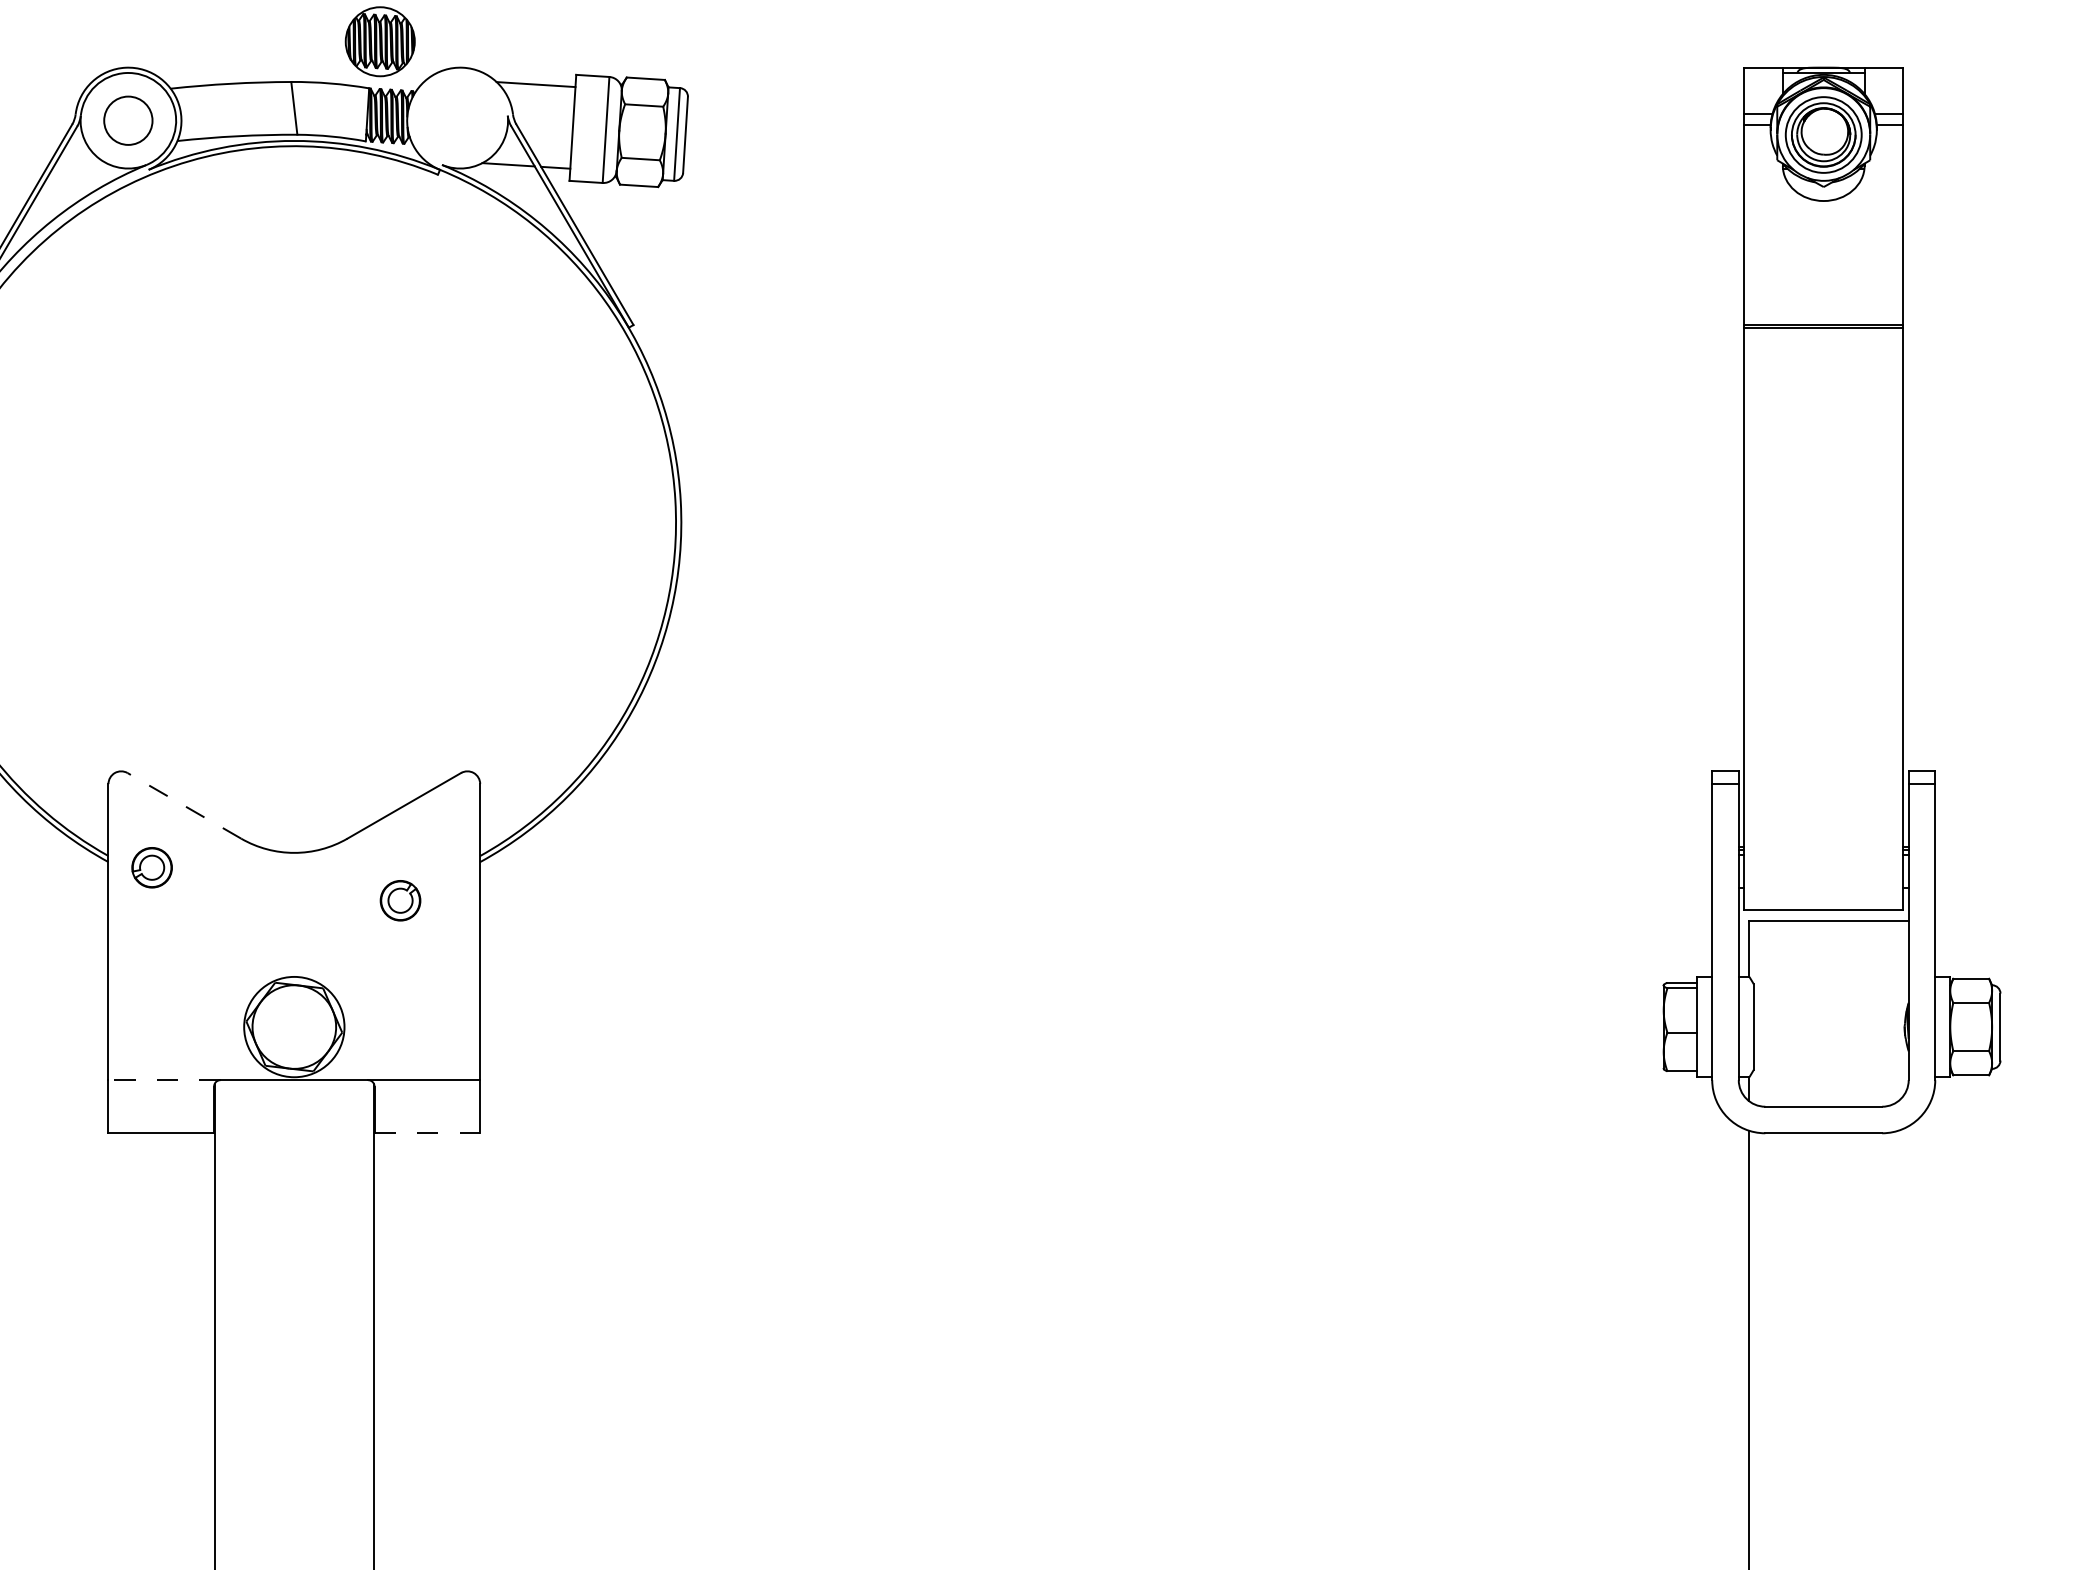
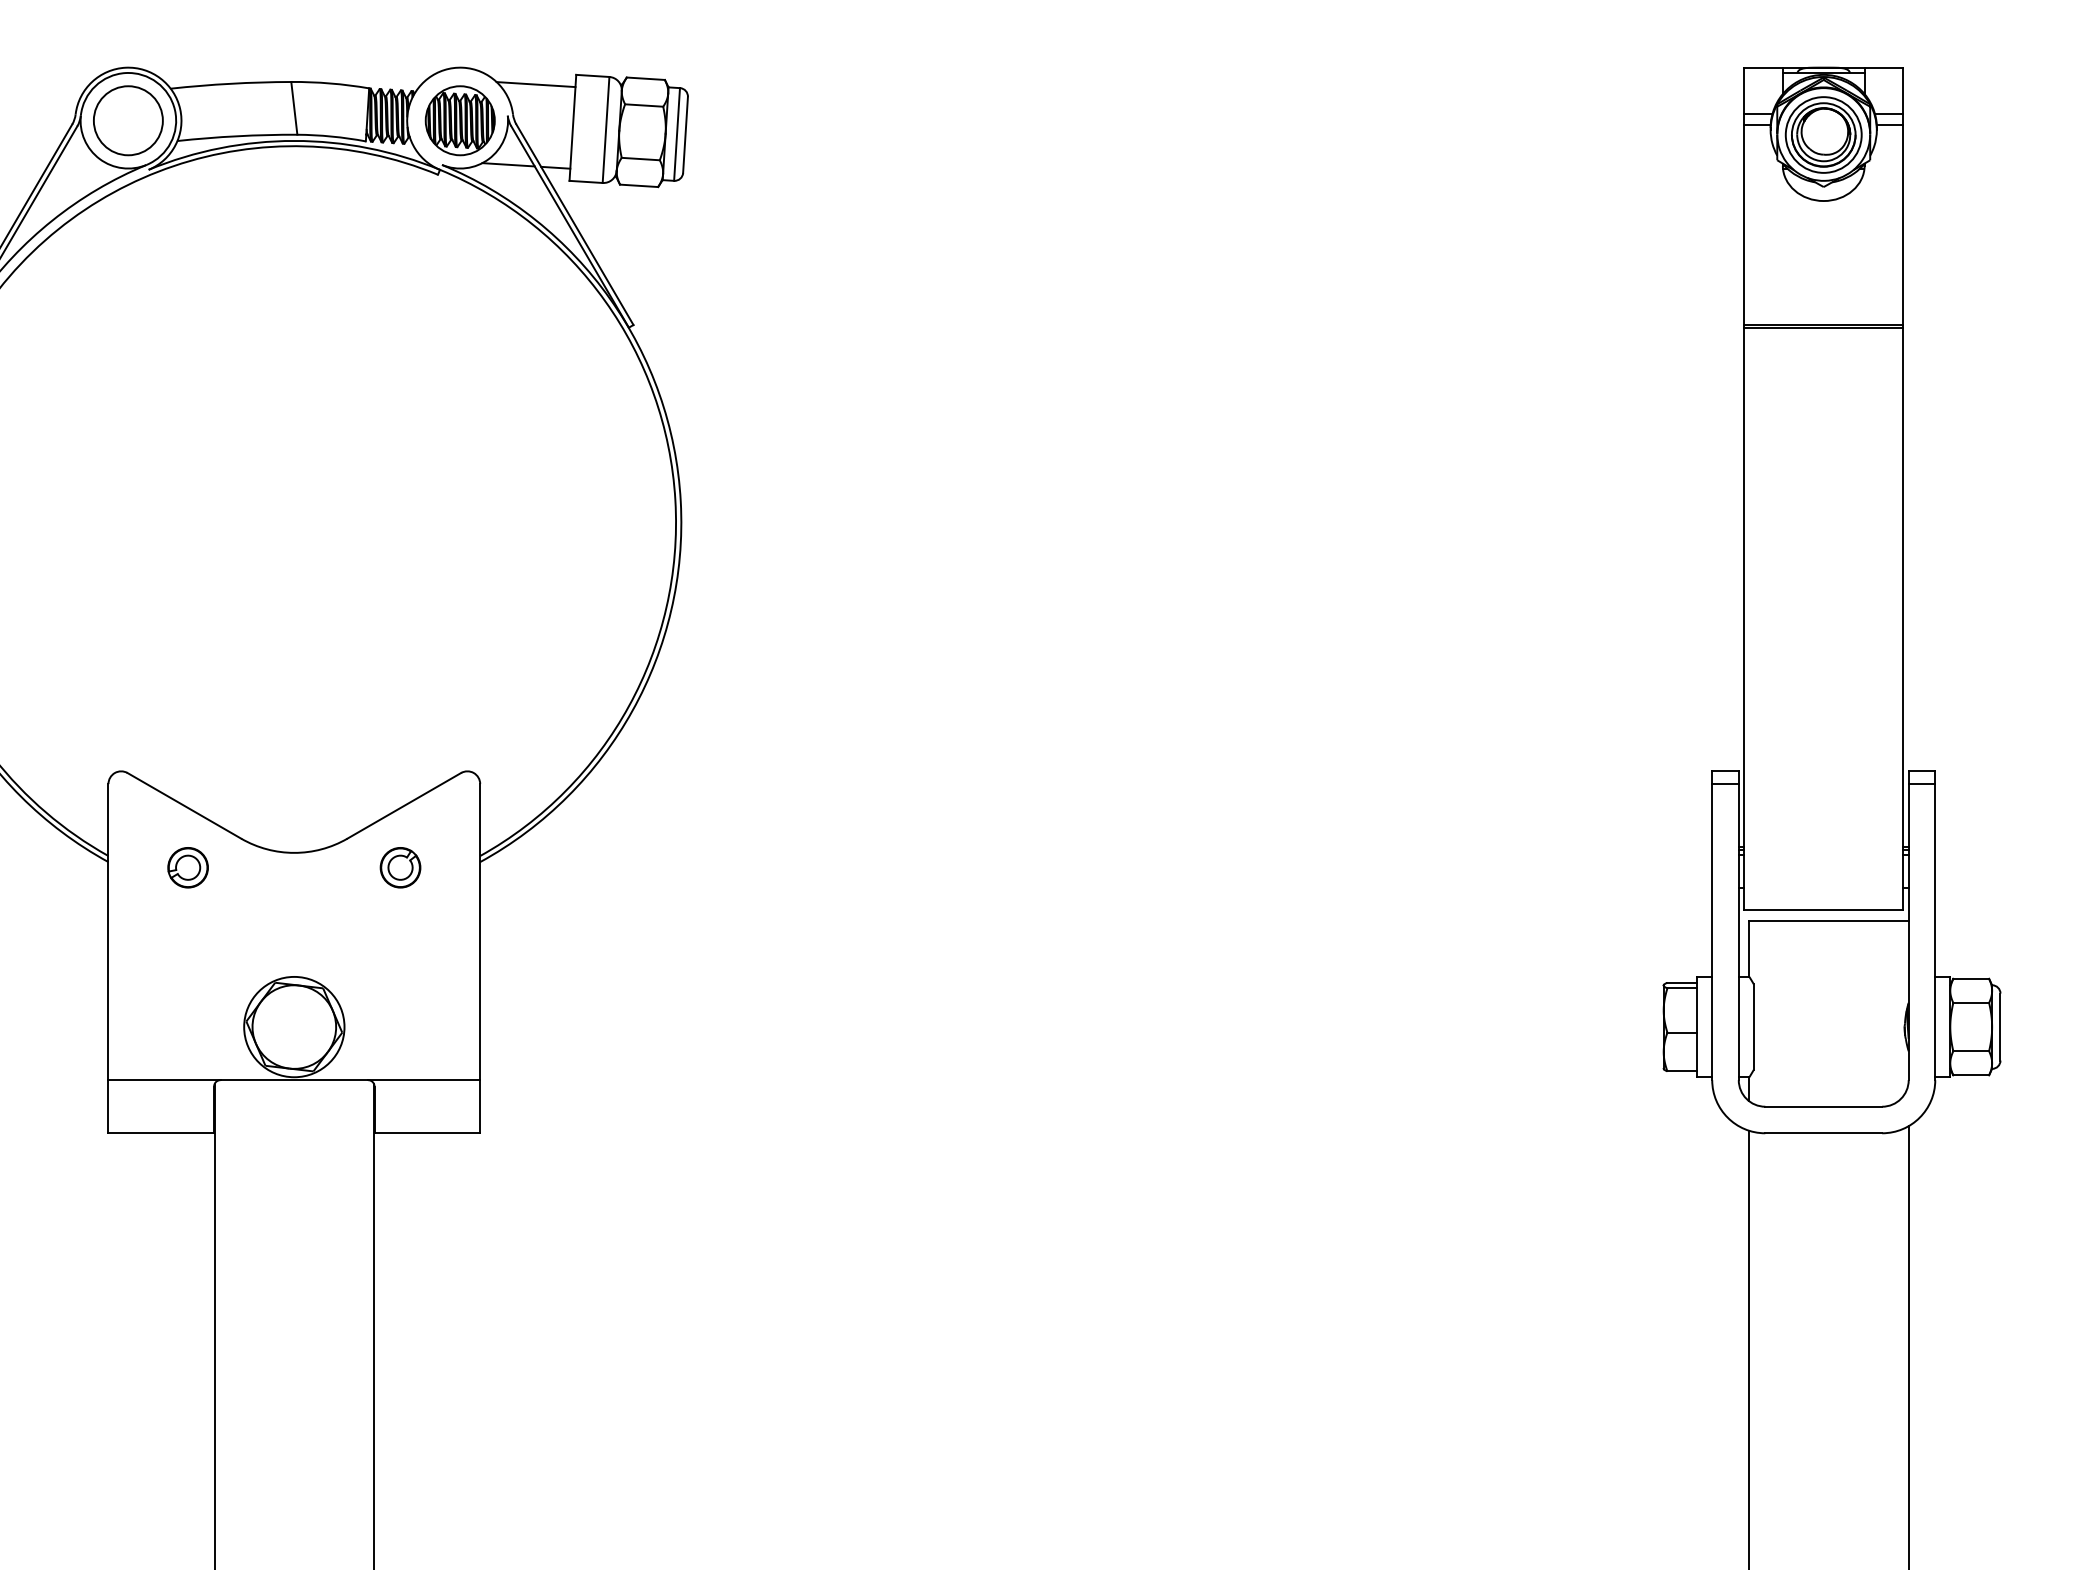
part at (379, 41) position: (379, 41) -> (459, 120)
circle at (128, 120) diameter: 48 px -> 69 px
line at (184, 805): dashed -> solid
part at (151, 867) position: (151, 867) -> (187, 867)
part at (400, 900) position: (400, 900) -> (400, 867)
line at (164, 1080): dashed -> solid
line at (427, 1133): dashed -> solid
line at (1908, 1346): none -> present
